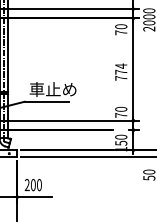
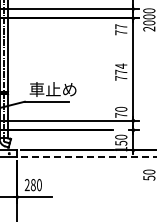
text at (121, 26): 70 -> 77
line at (89, 157): solid -> dashed
text at (32, 184): 200 -> 280
